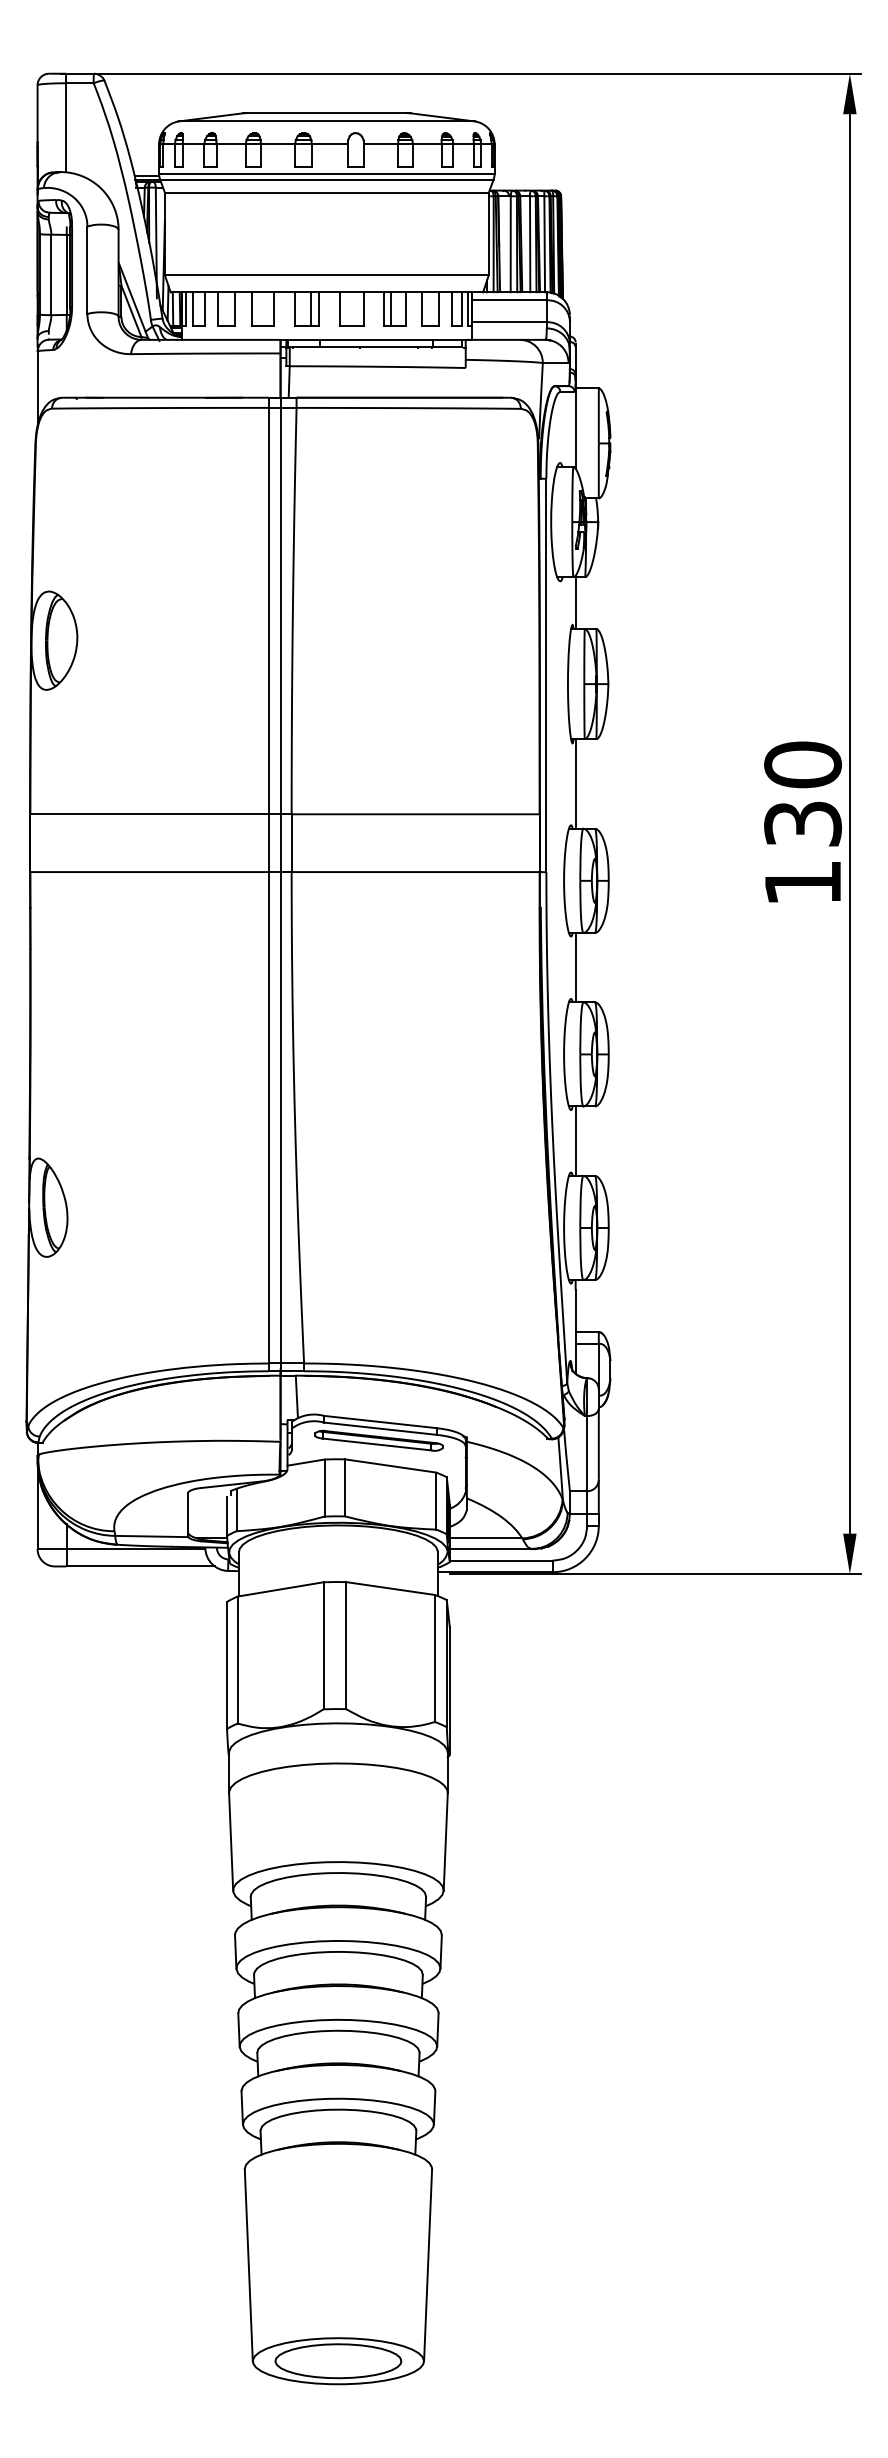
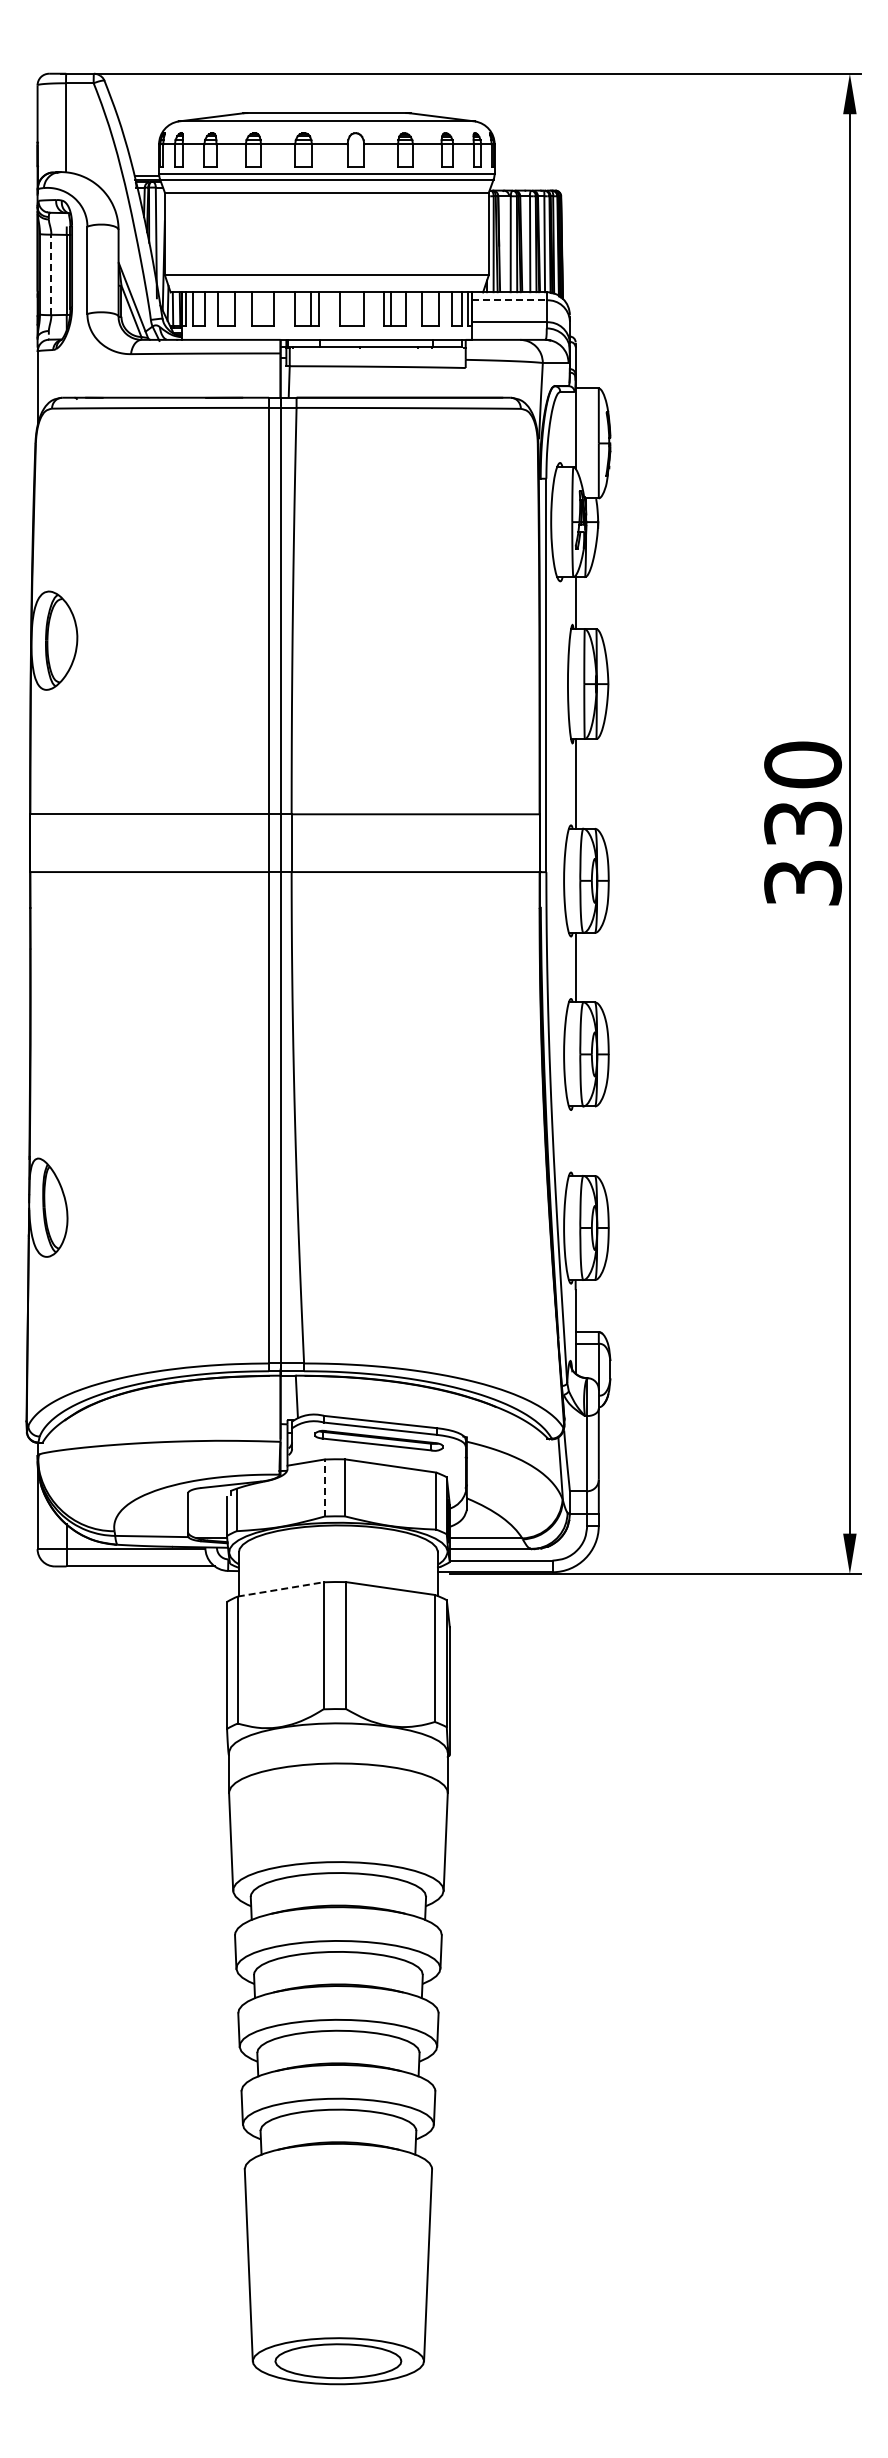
line at (51, 274): solid -> dashed
line at (509, 300): solid -> dashed
text at (802, 882): 130 -> 330
line at (575, 1140): present -> none
line at (324, 1488): solid -> dashed
line at (281, 1589): solid -> dashed
